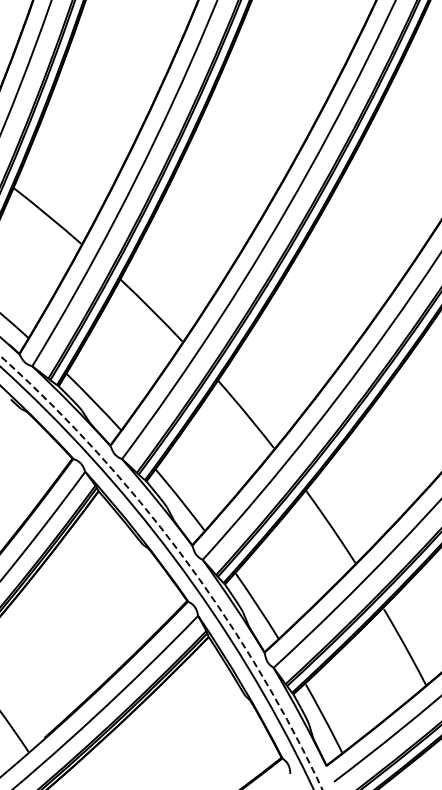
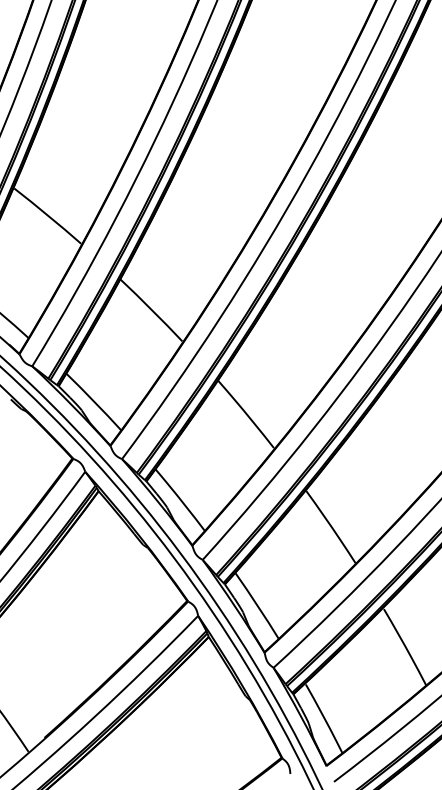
circle at (161, 572): dashed -> solid
